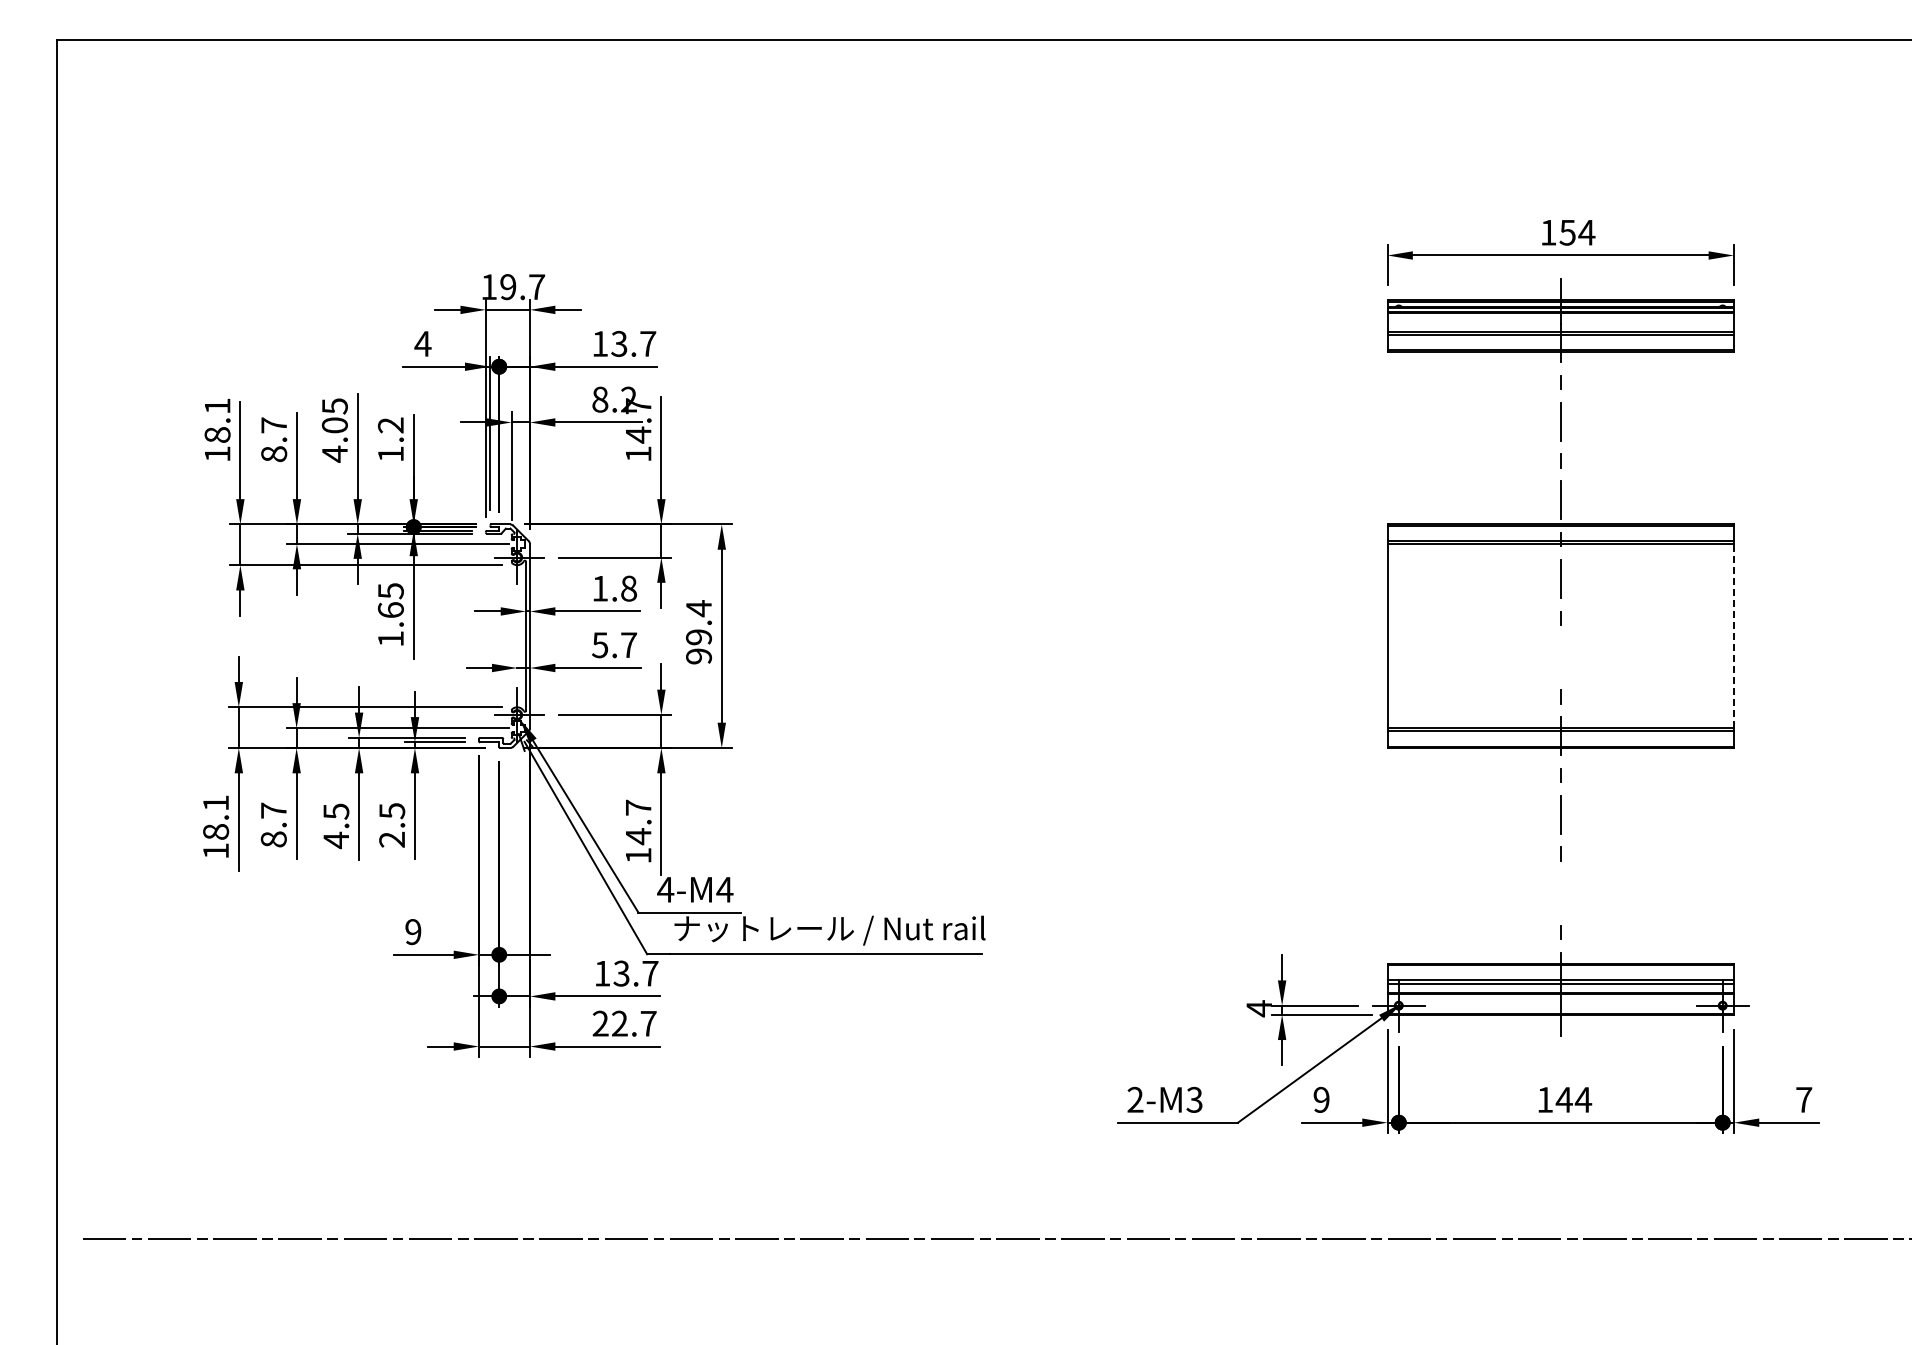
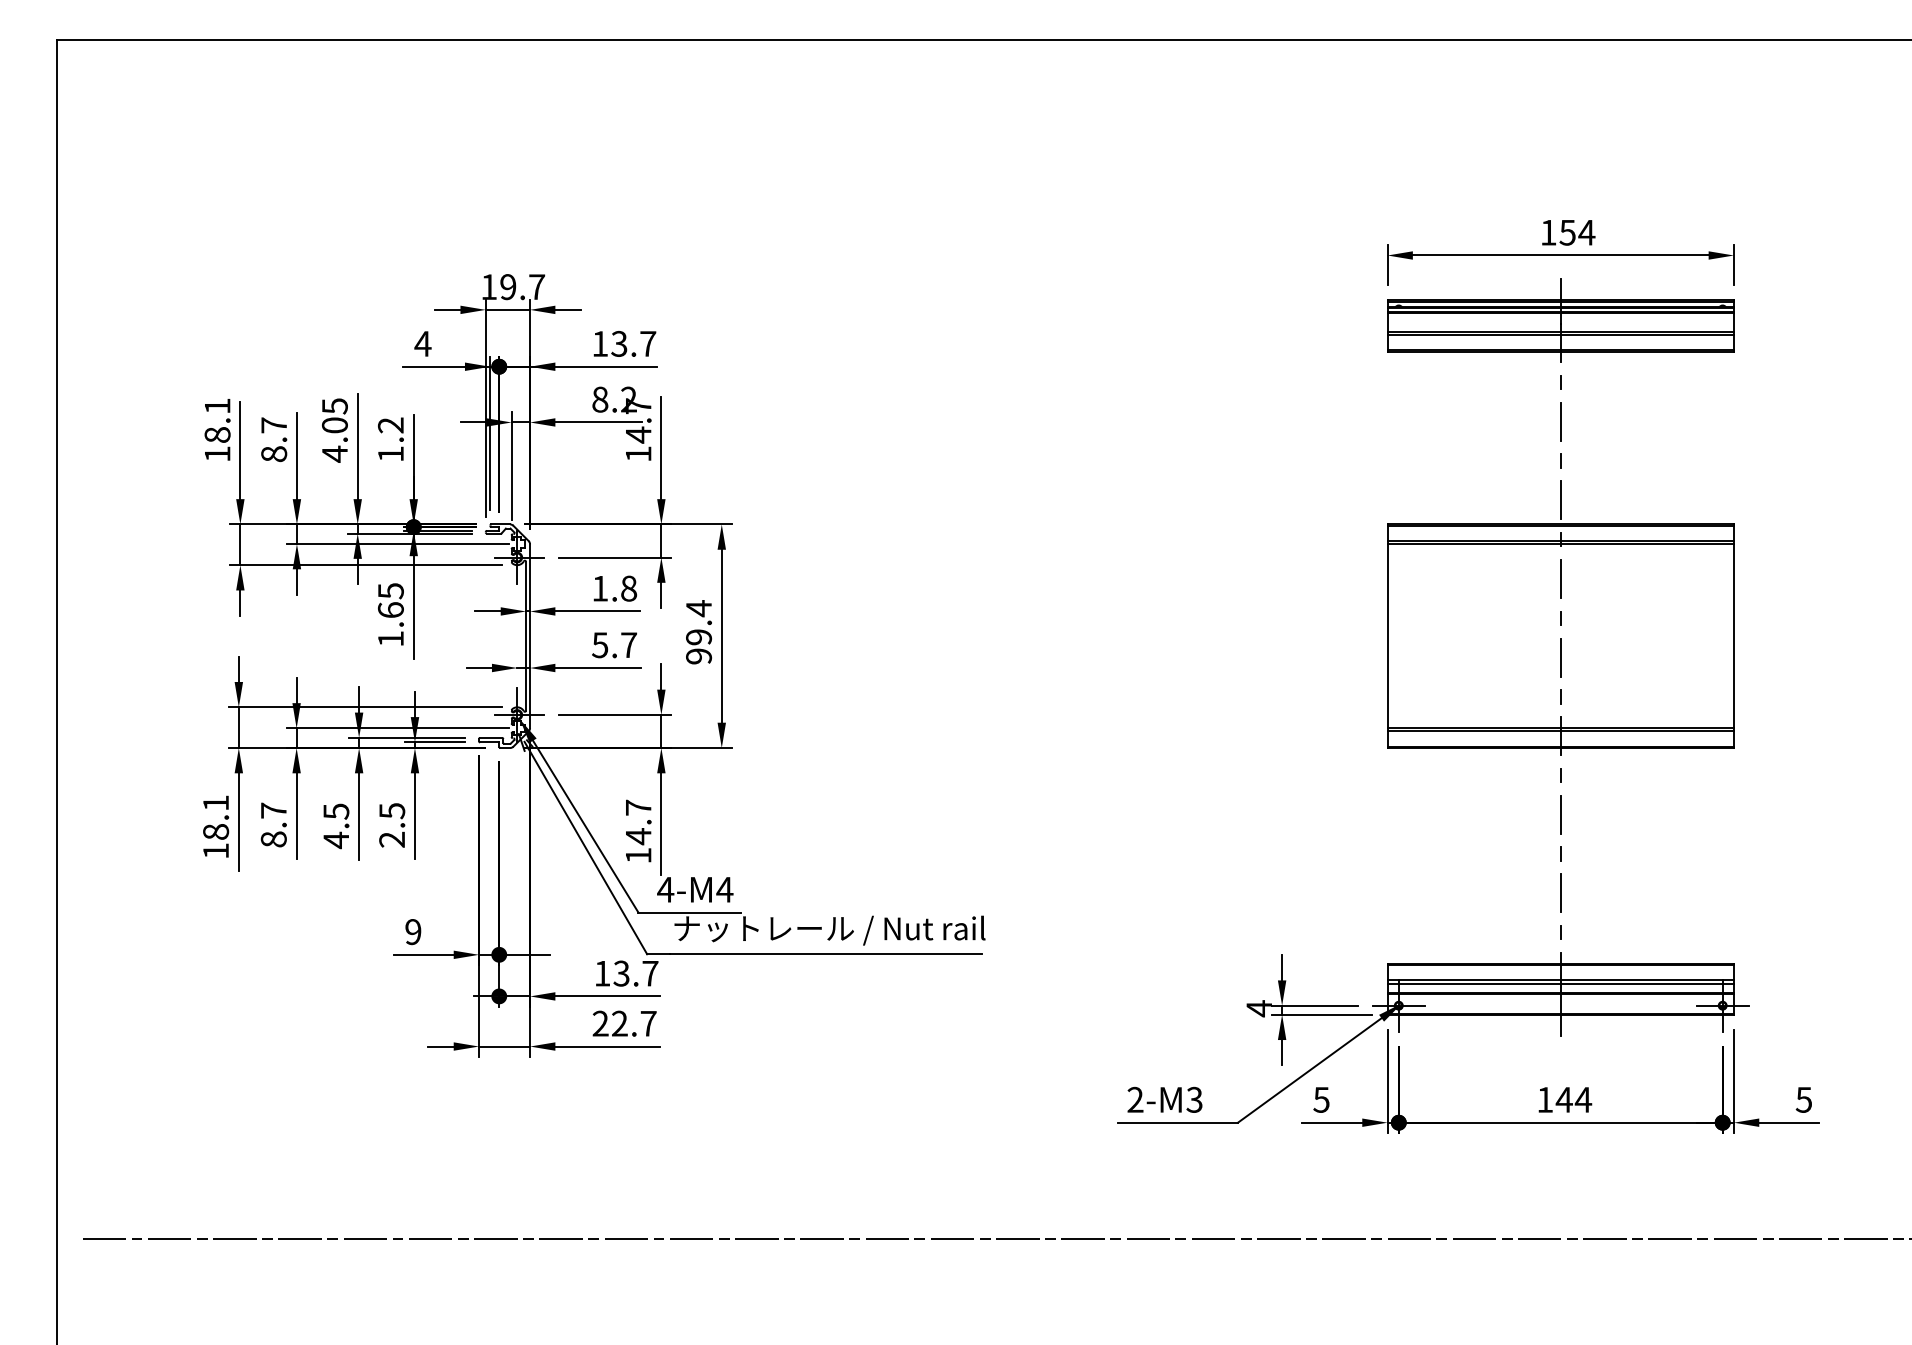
line at (1733, 636): dashed -> solid
line at (1560, 657): none -> present
line at (1560, 893): none -> present
text at (1321, 1099): 9 -> 5
text at (1803, 1099): 7 -> 5
